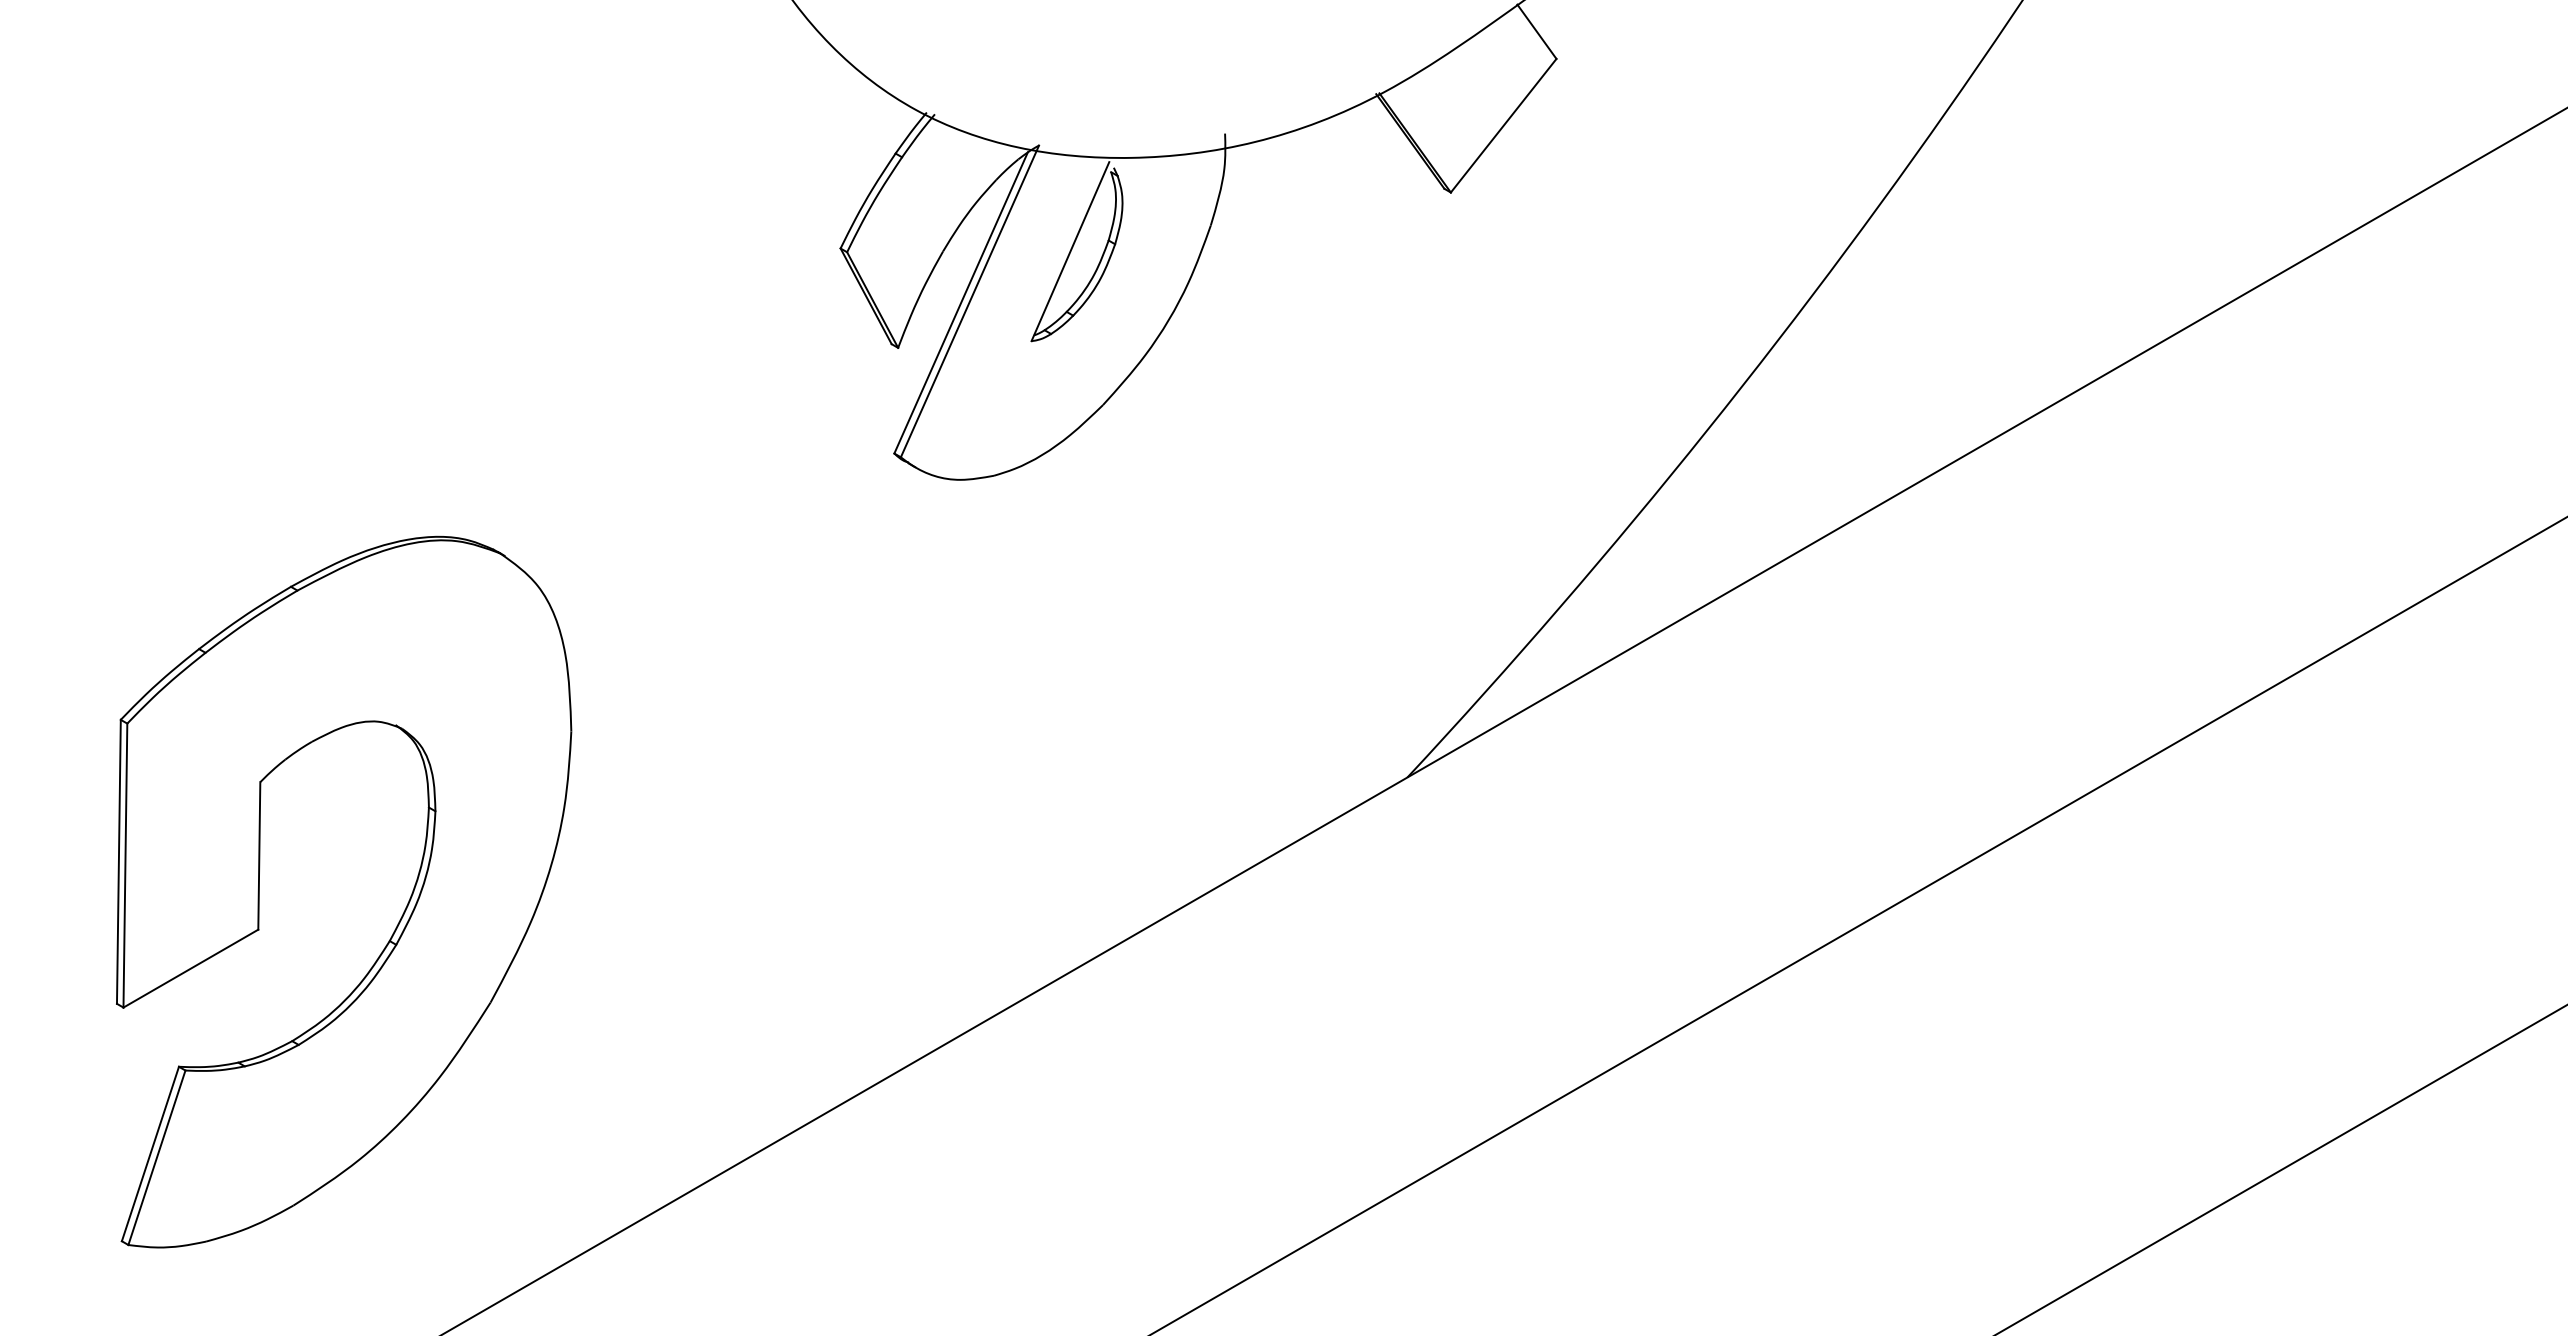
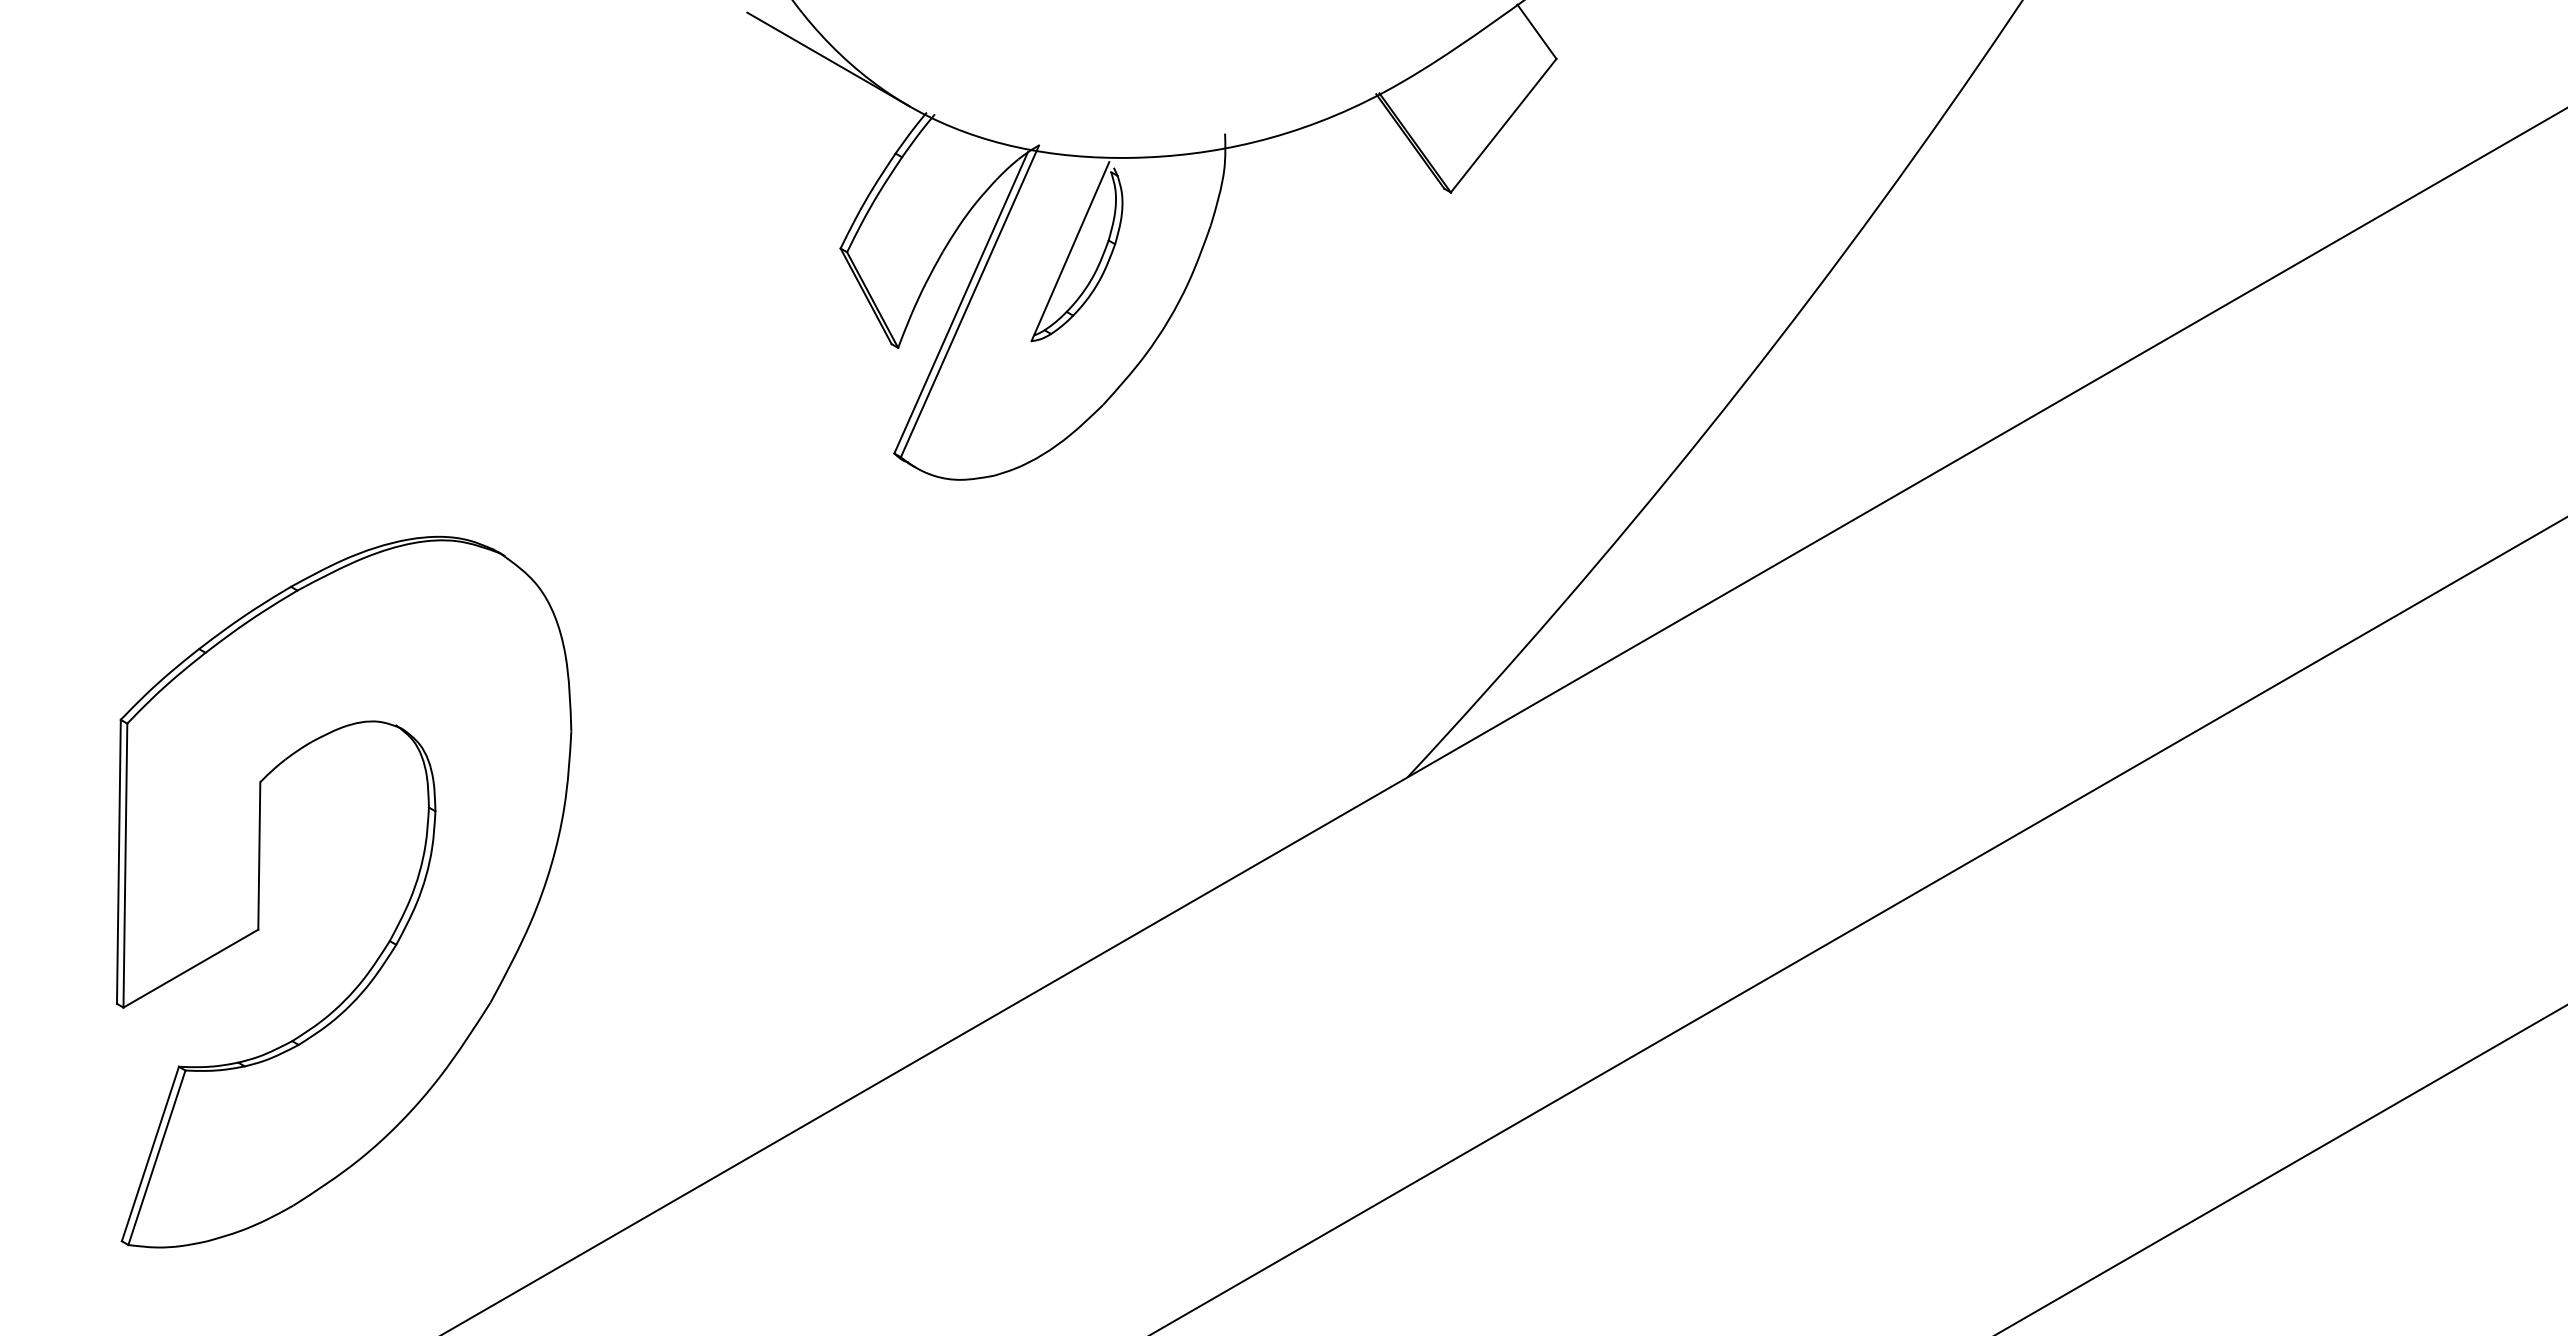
line at (828, 59): none -> present
